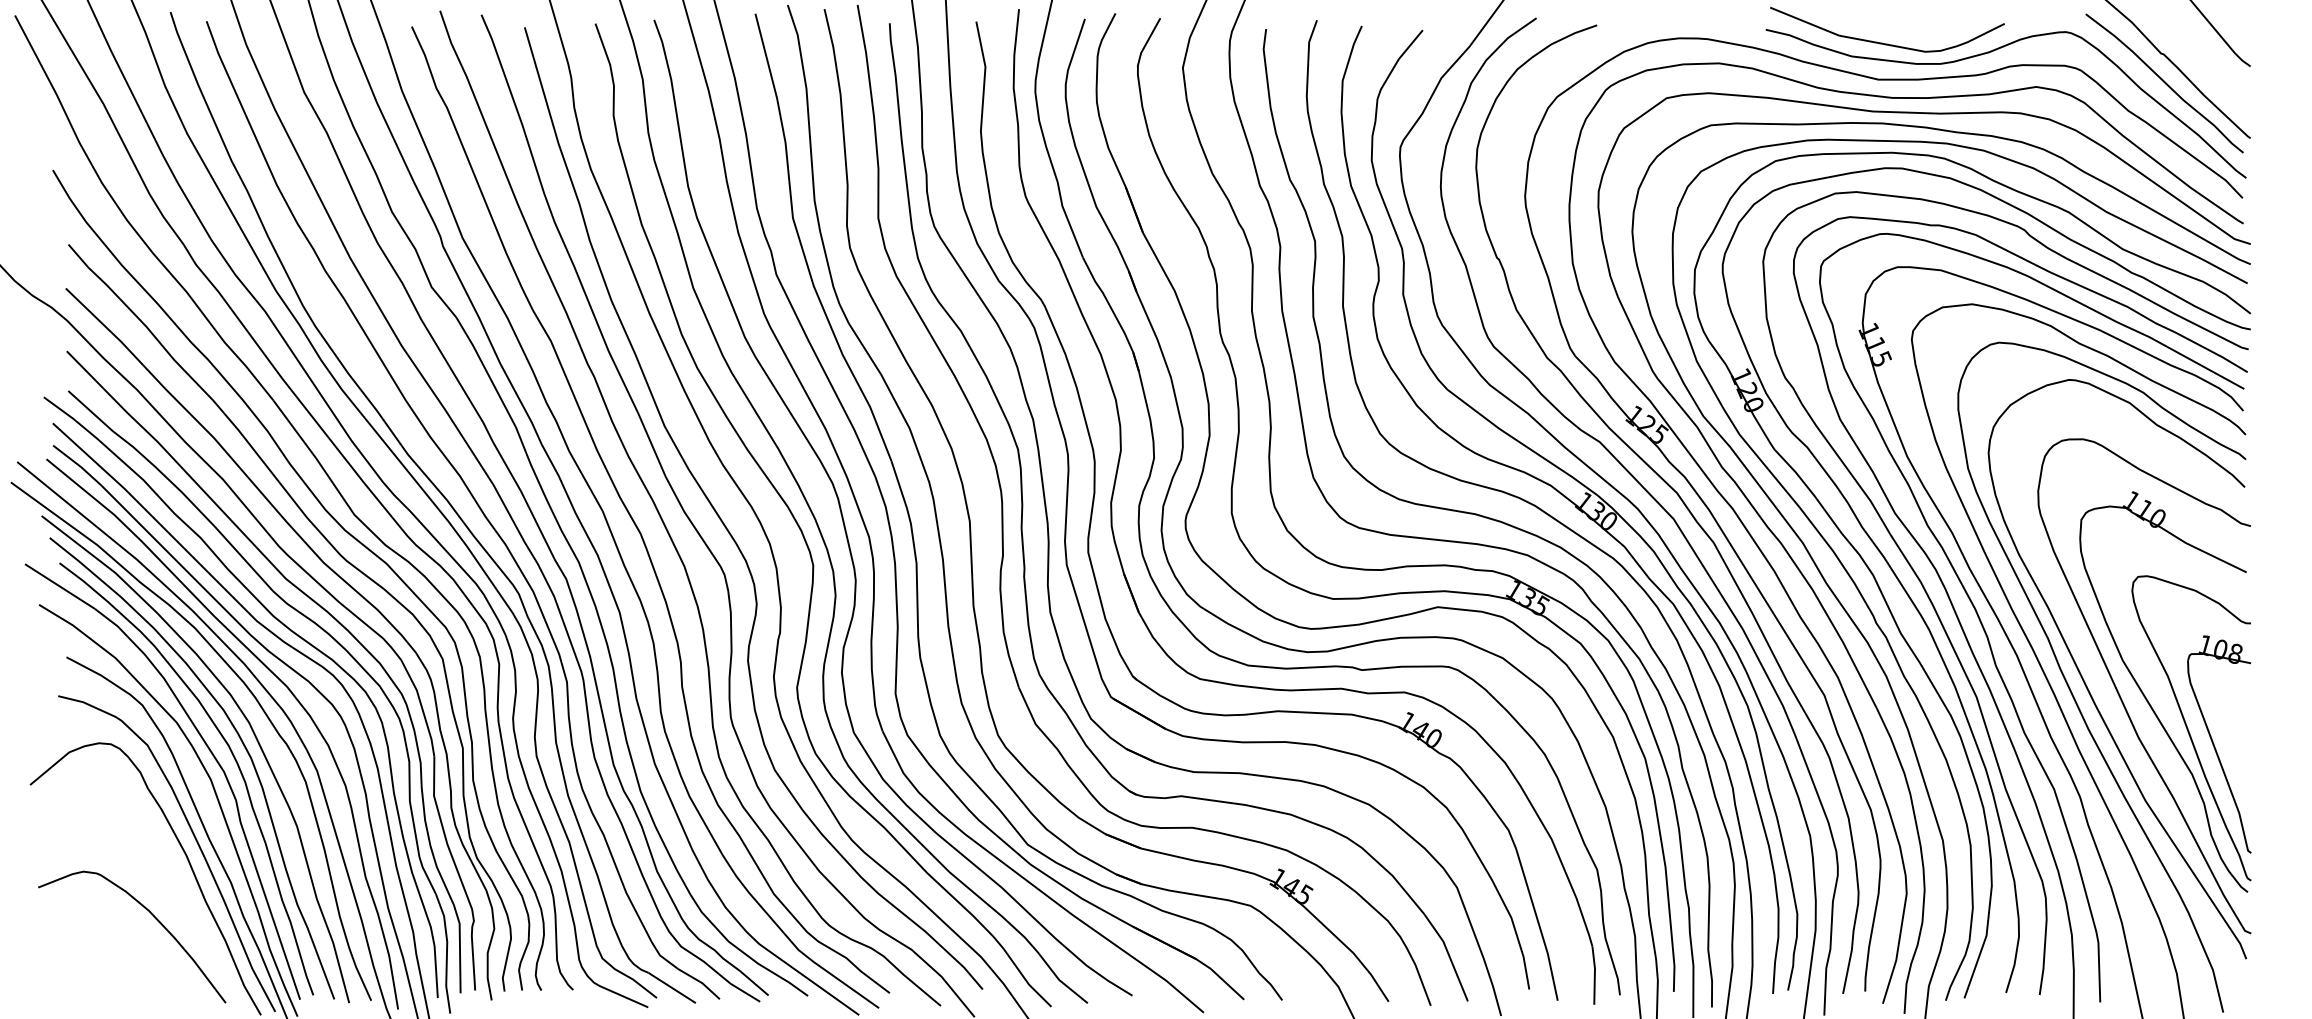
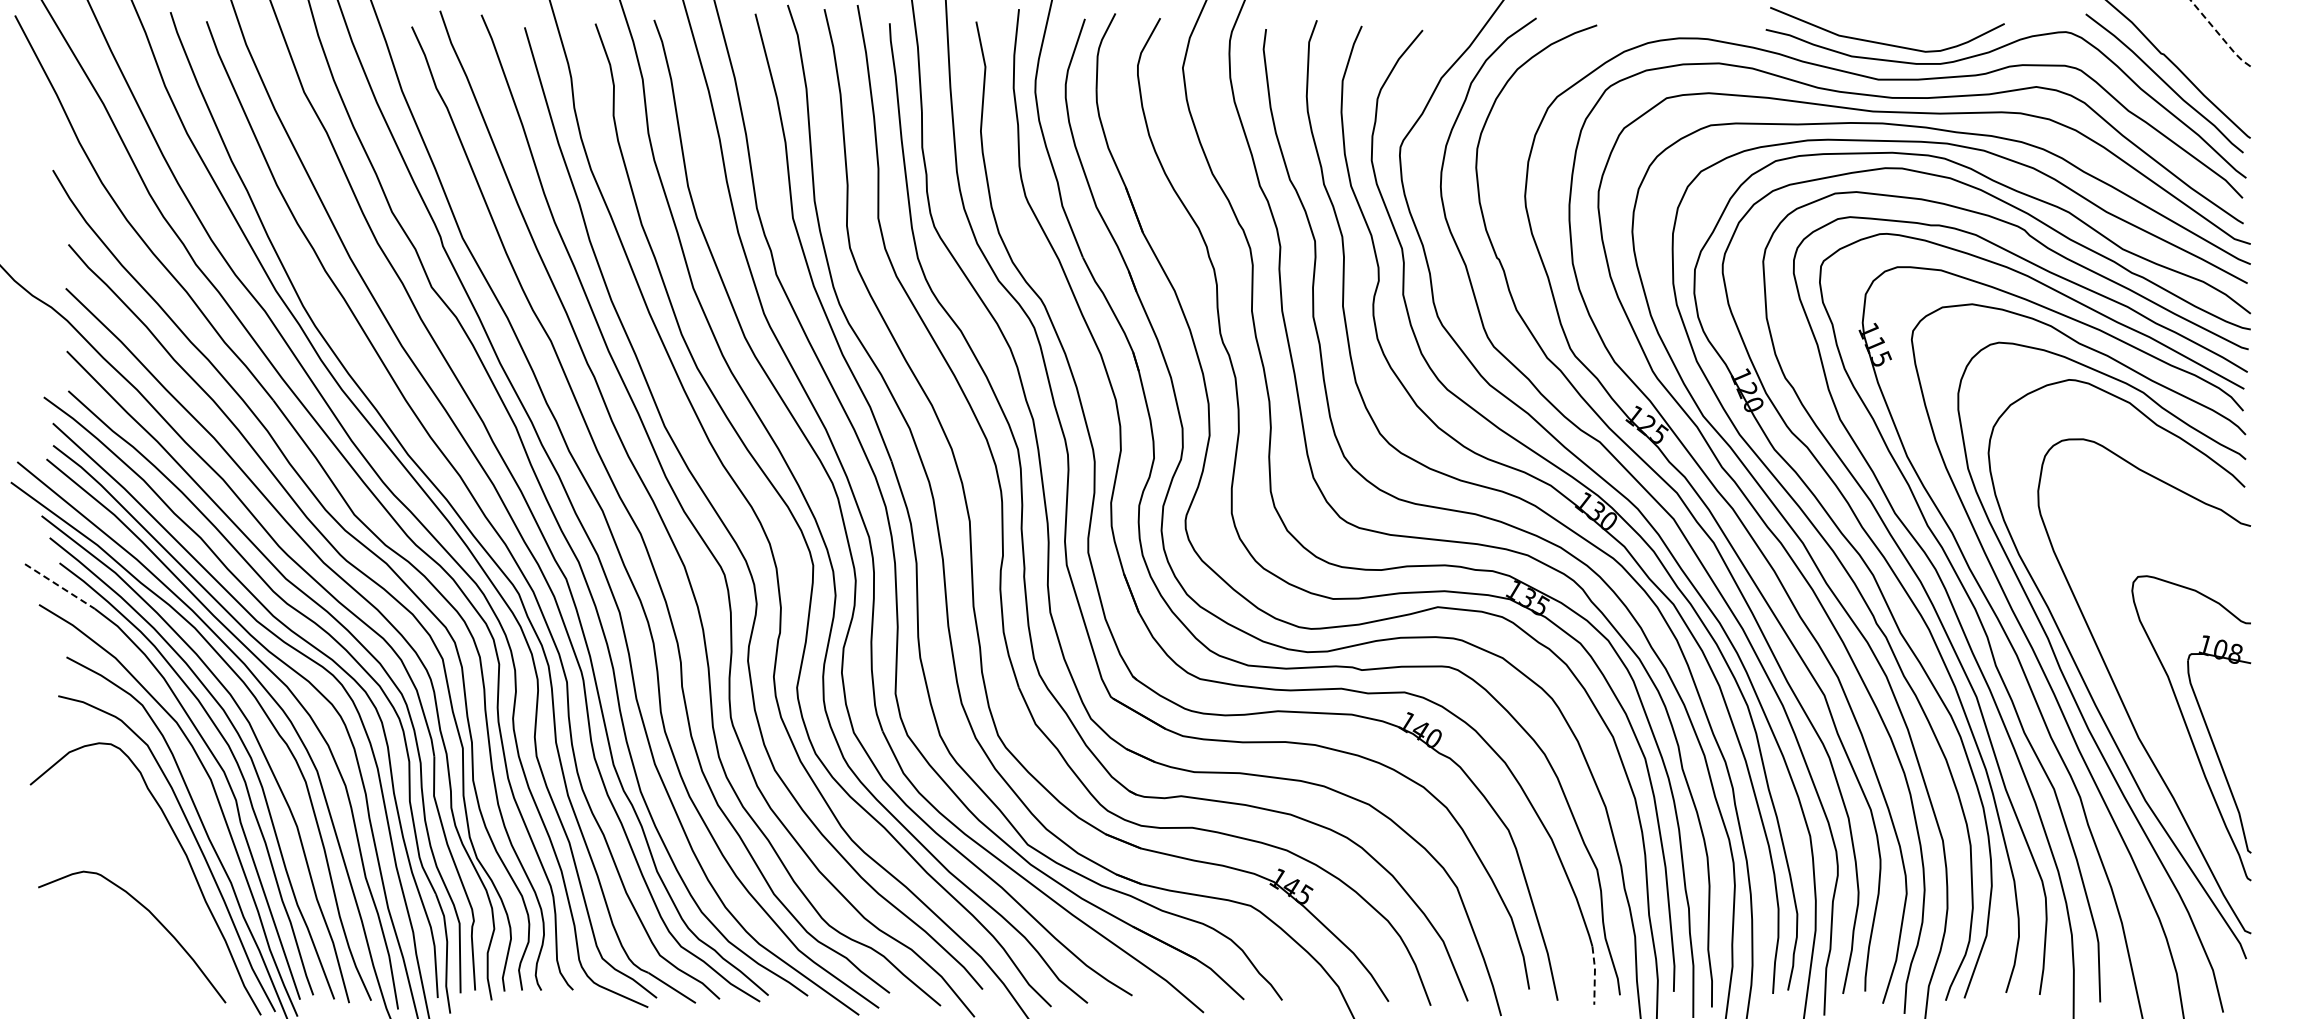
line at (2220, 35): solid -> dashed
line at (60, 586): solid -> dashed
part at (2148, 700): present -> none
line at (1594, 975): solid -> dashed
